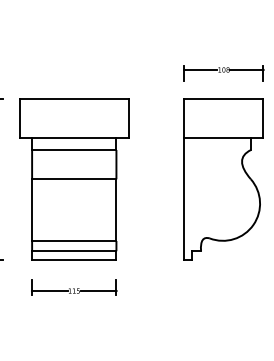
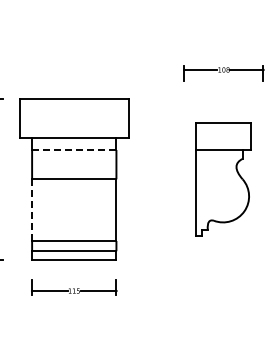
line at (74, 150): solid -> dashed
part at (223, 179) size: 81x163 px -> 57x115 px
line at (32, 210): solid -> dashed
